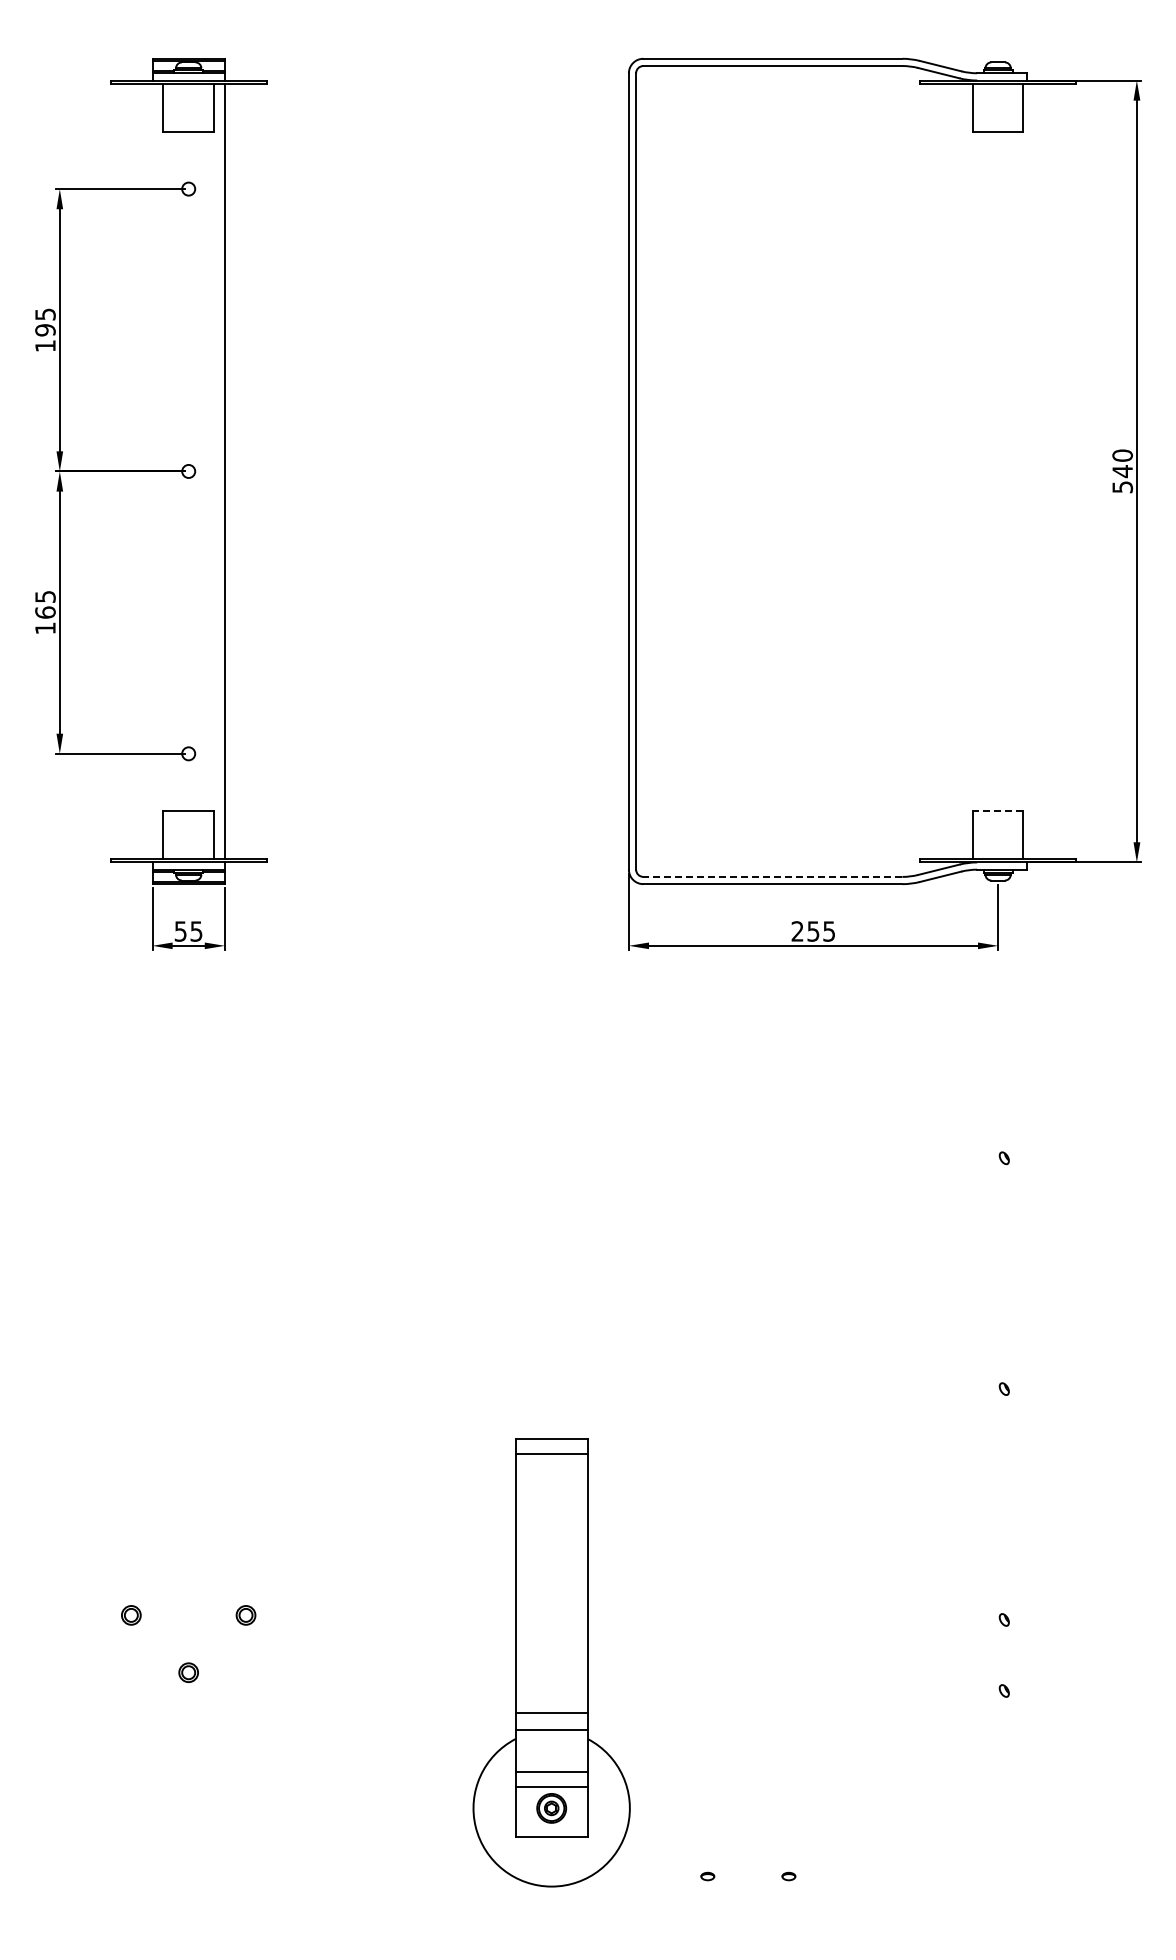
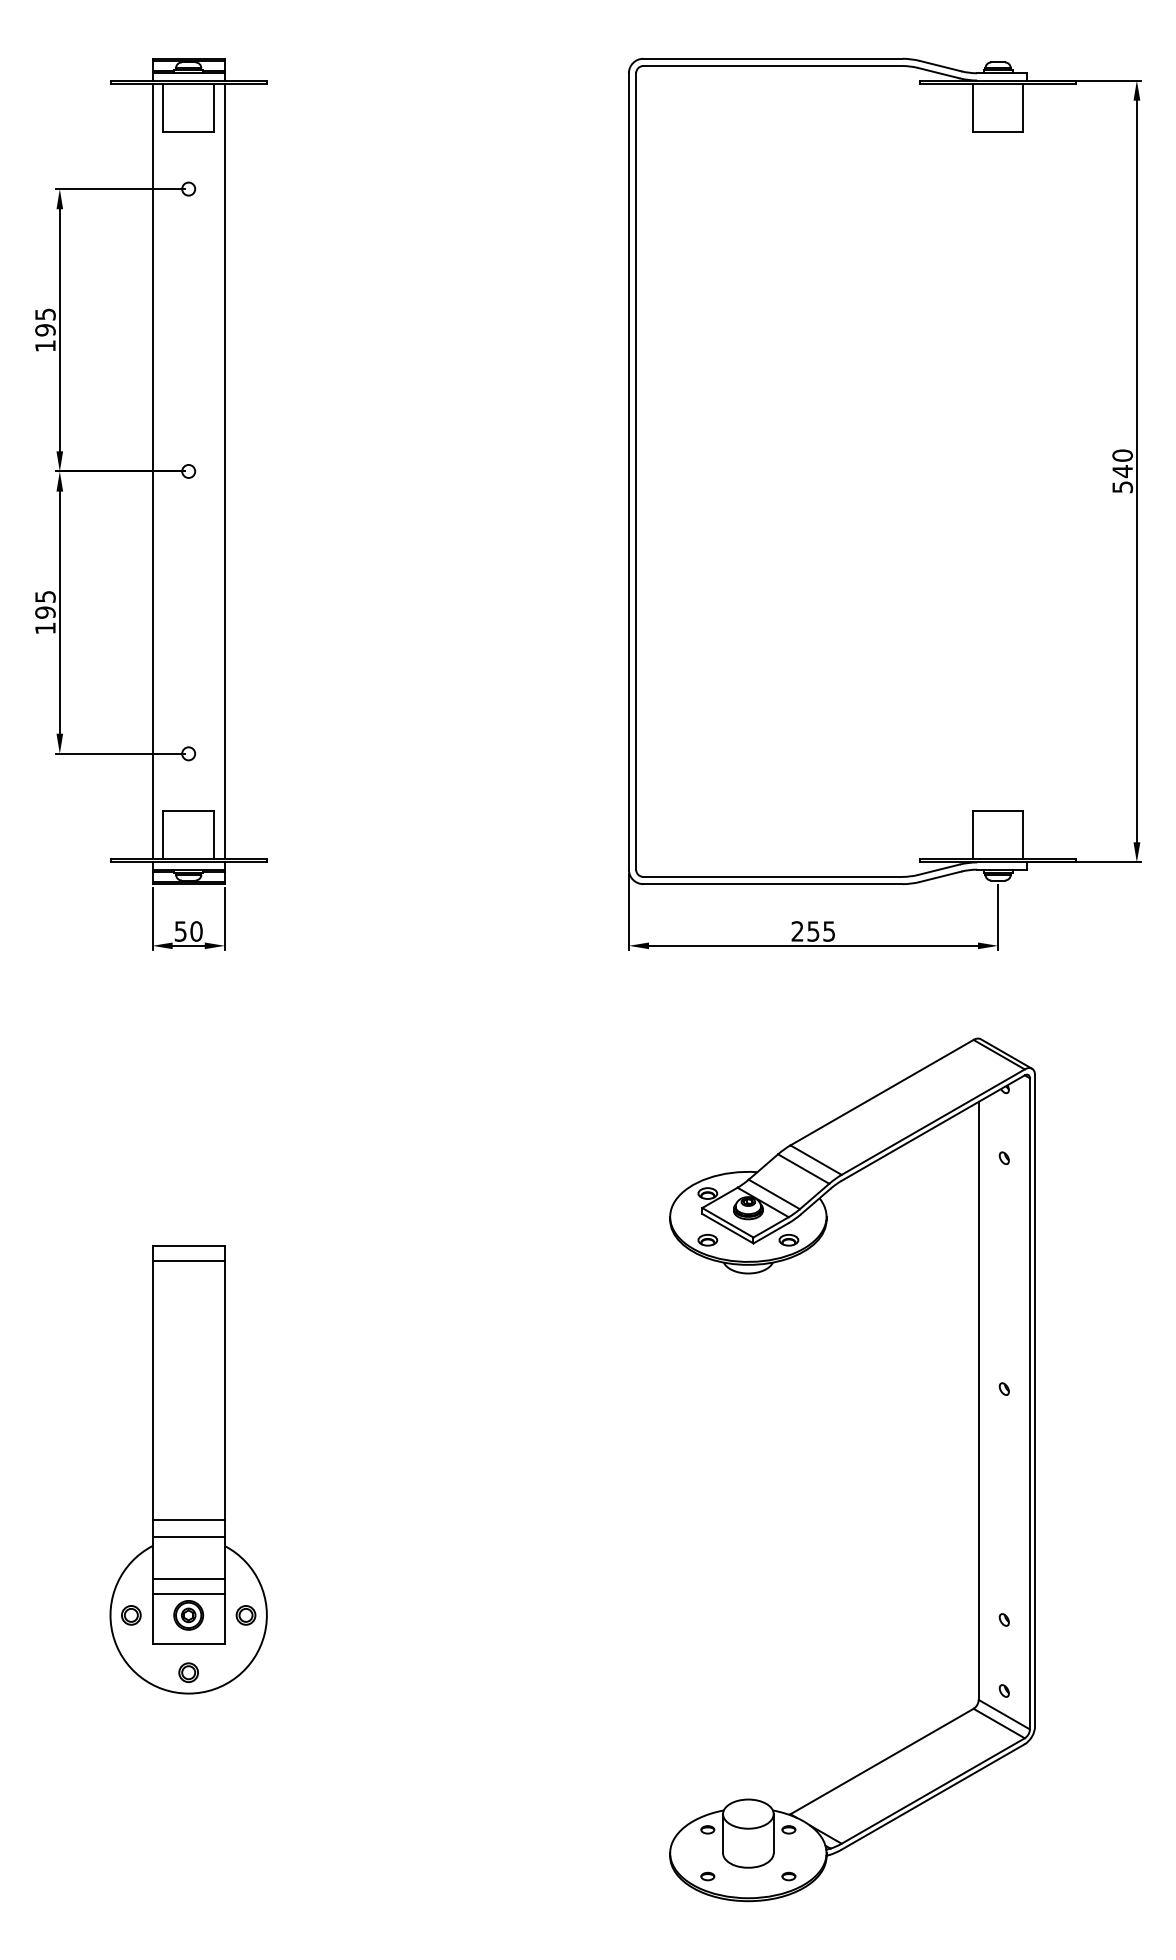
line at (152, 471): none -> present
text at (45, 612): 165 -> 195
line at (997, 811): dashed -> solid
line at (772, 876): dashed -> solid
text at (196, 931): 55 -> 50
part at (978, 1469): none -> present
part at (551, 1662) position: (551, 1662) -> (188, 1469)
